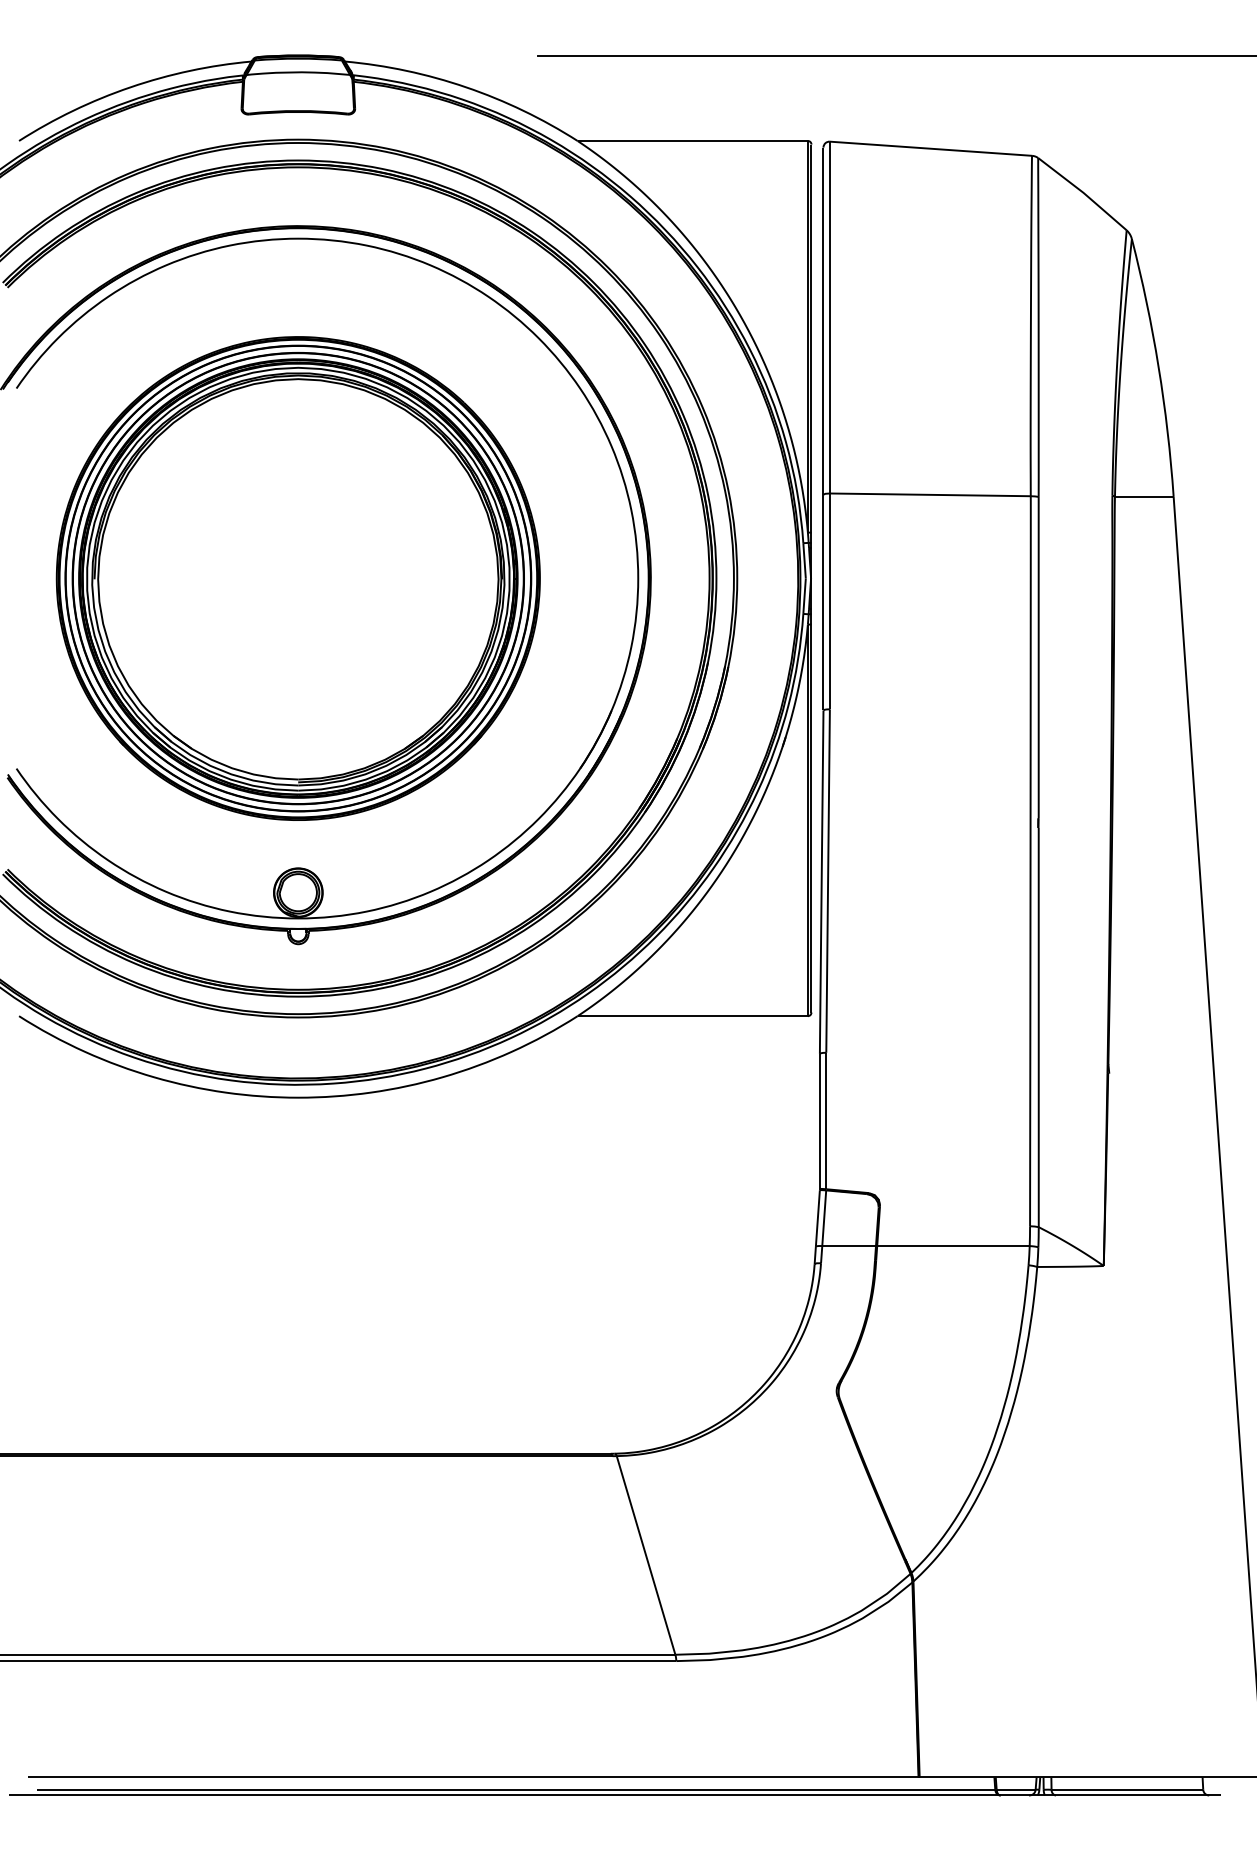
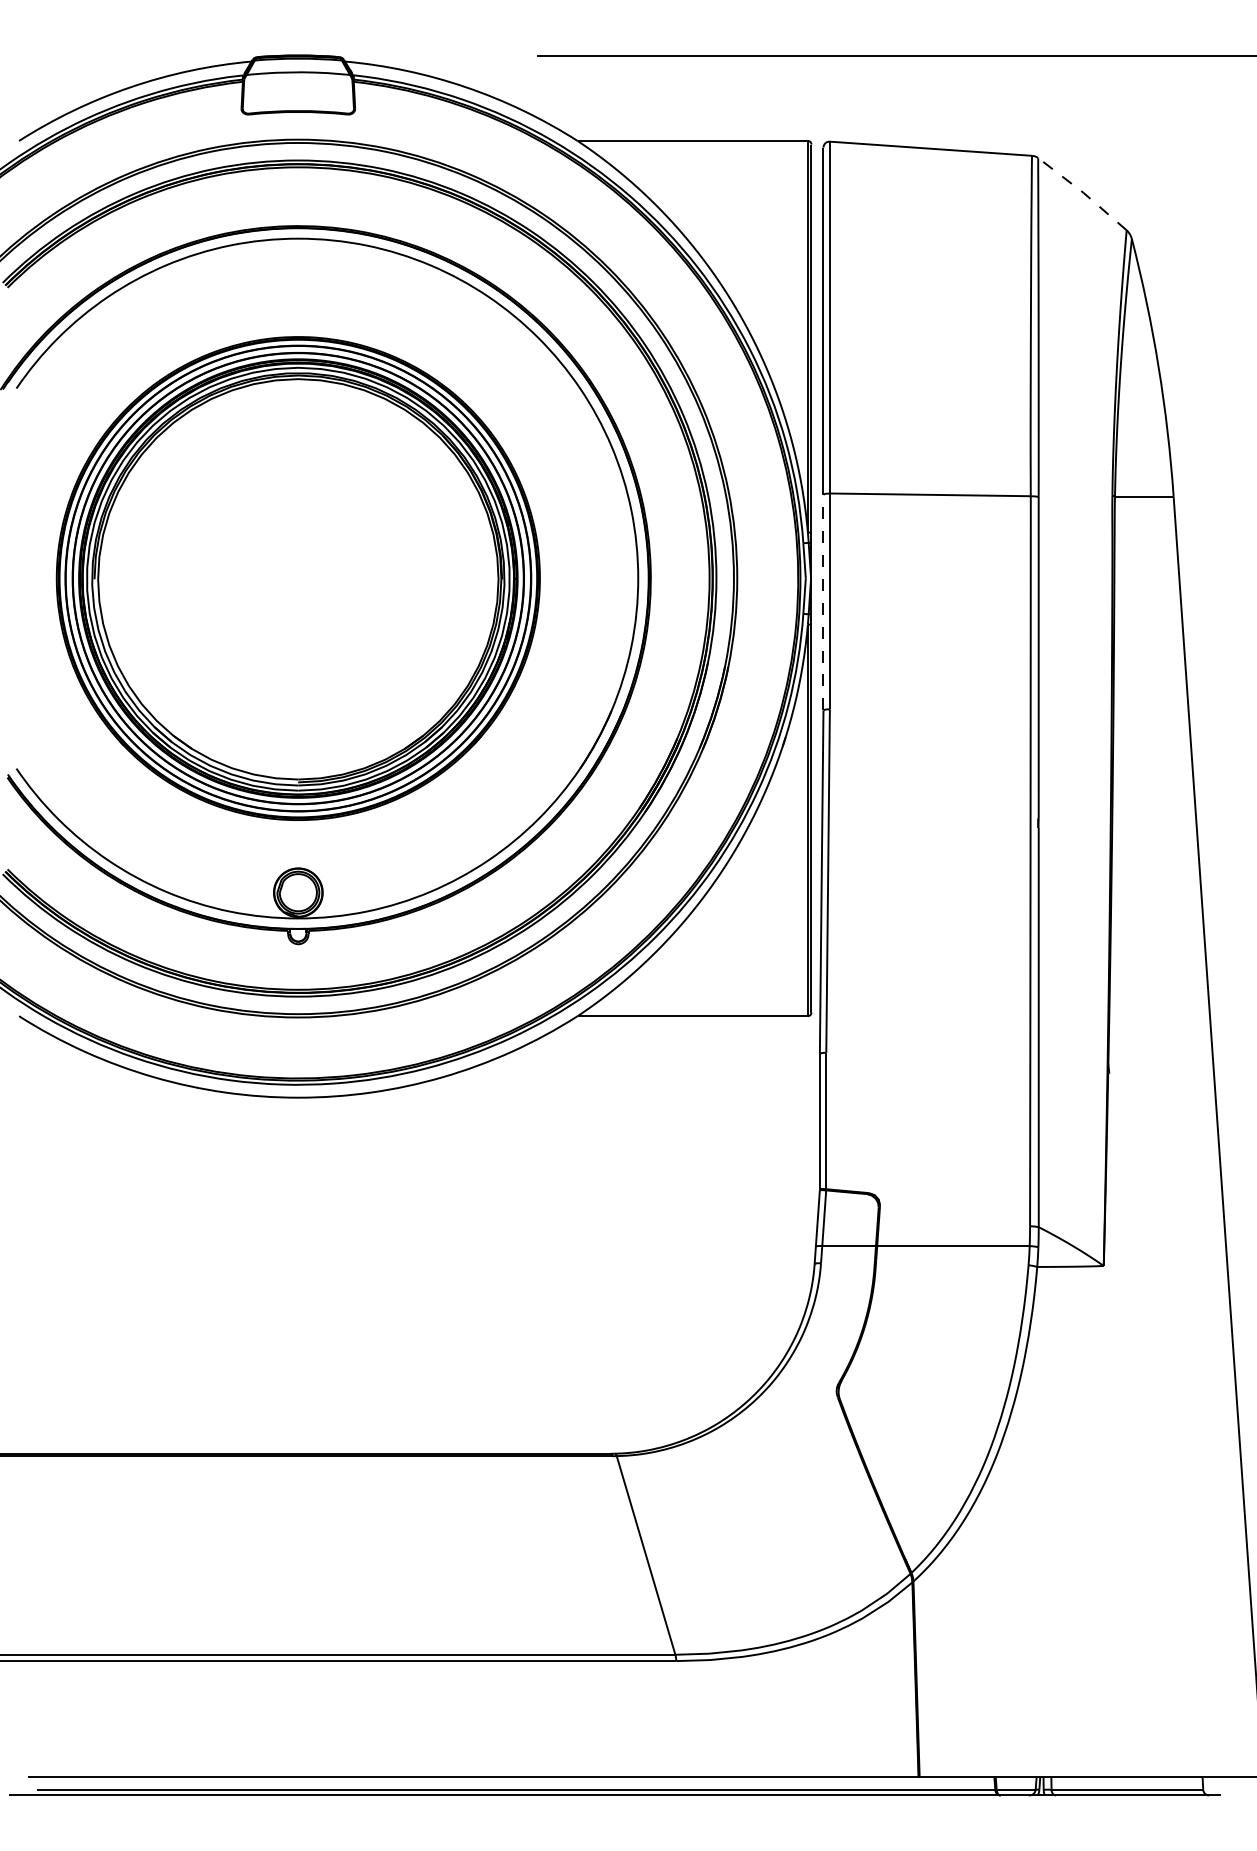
line at (1083, 192): solid -> dashed
line at (823, 602): solid -> dashed
